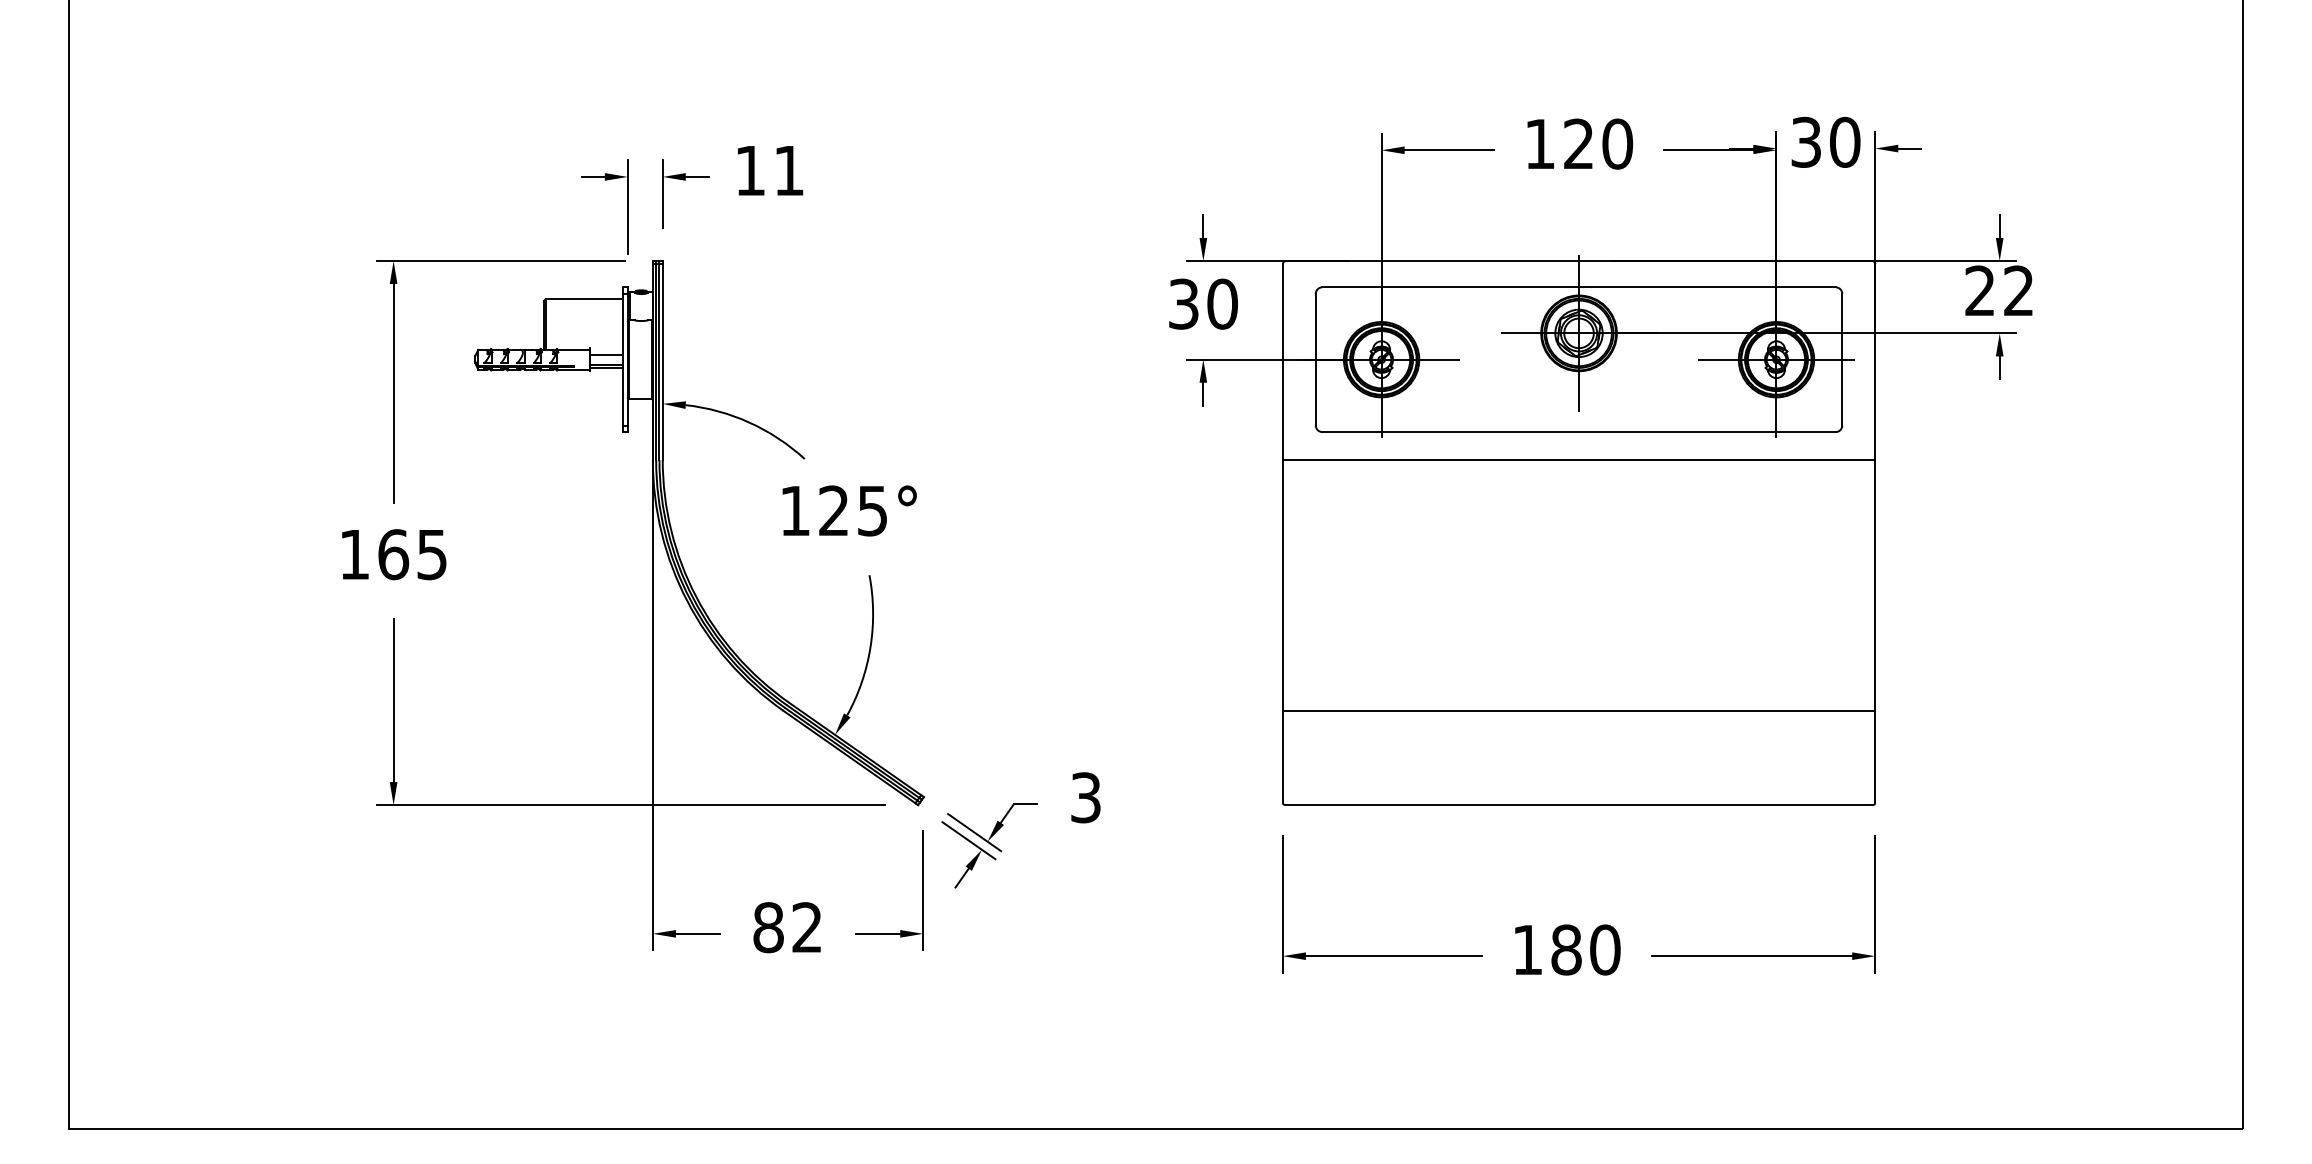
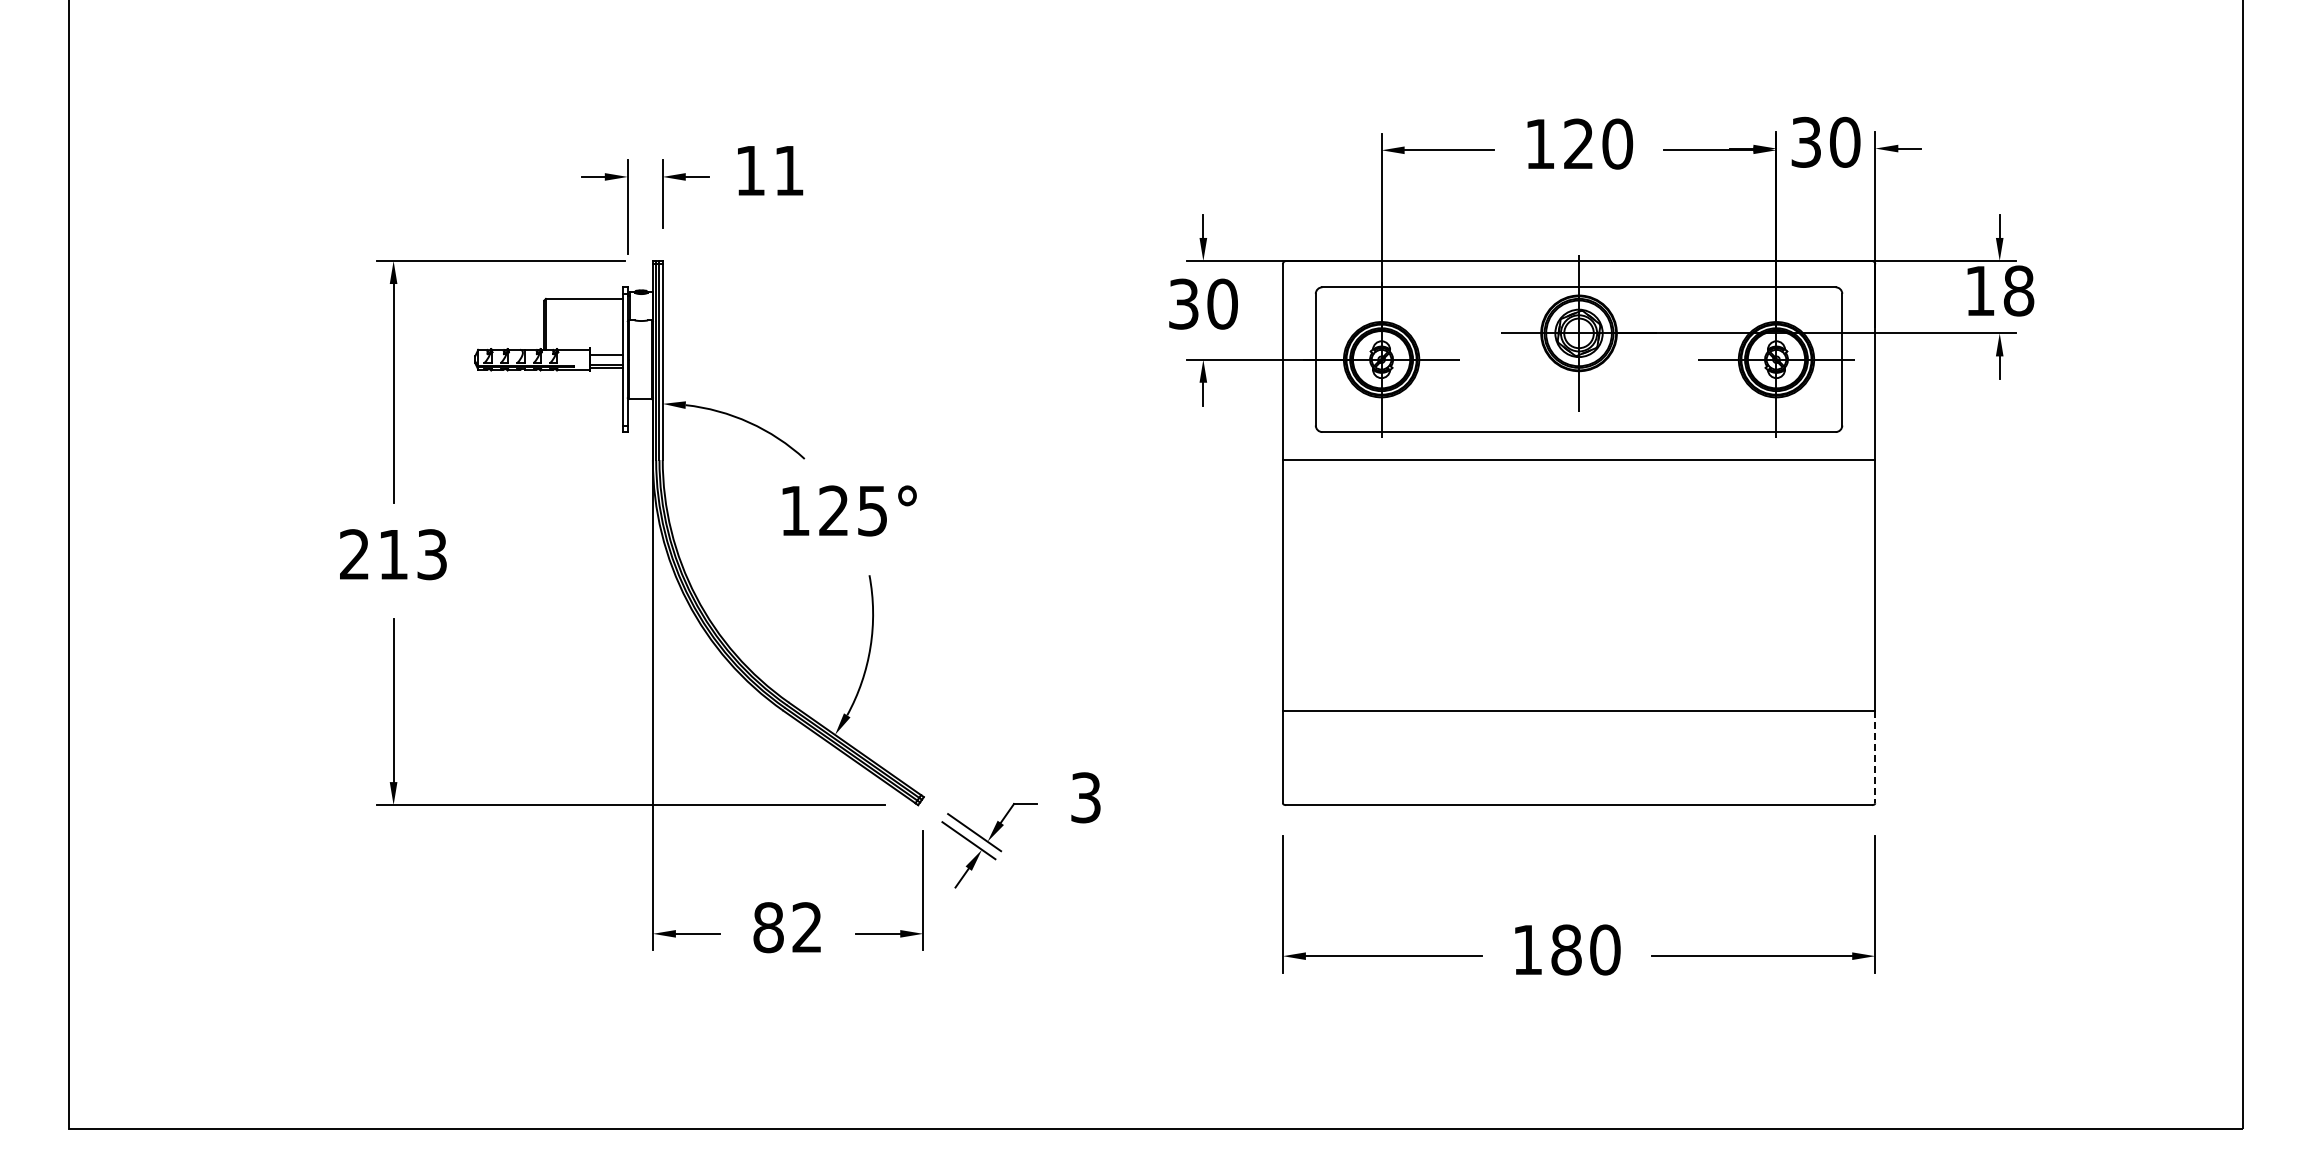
text at (1999, 290): 22 -> 18
text at (393, 554): 165 -> 213
line at (1875, 757): solid -> dashed
